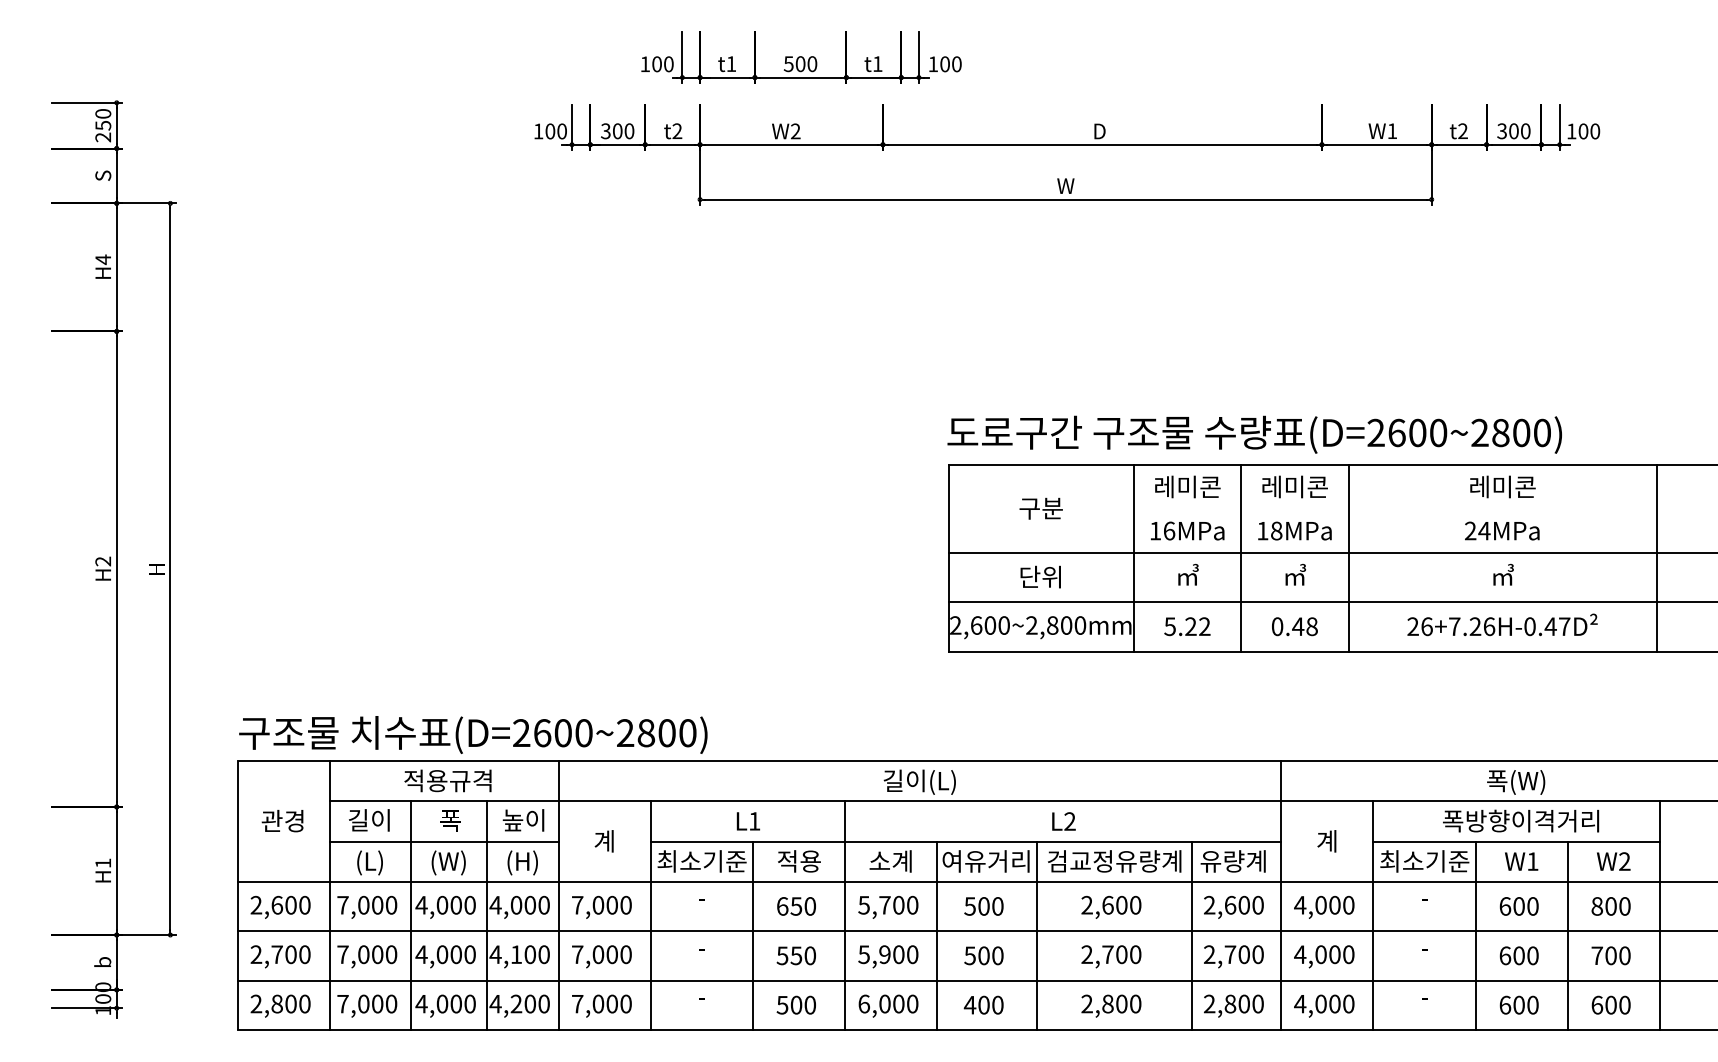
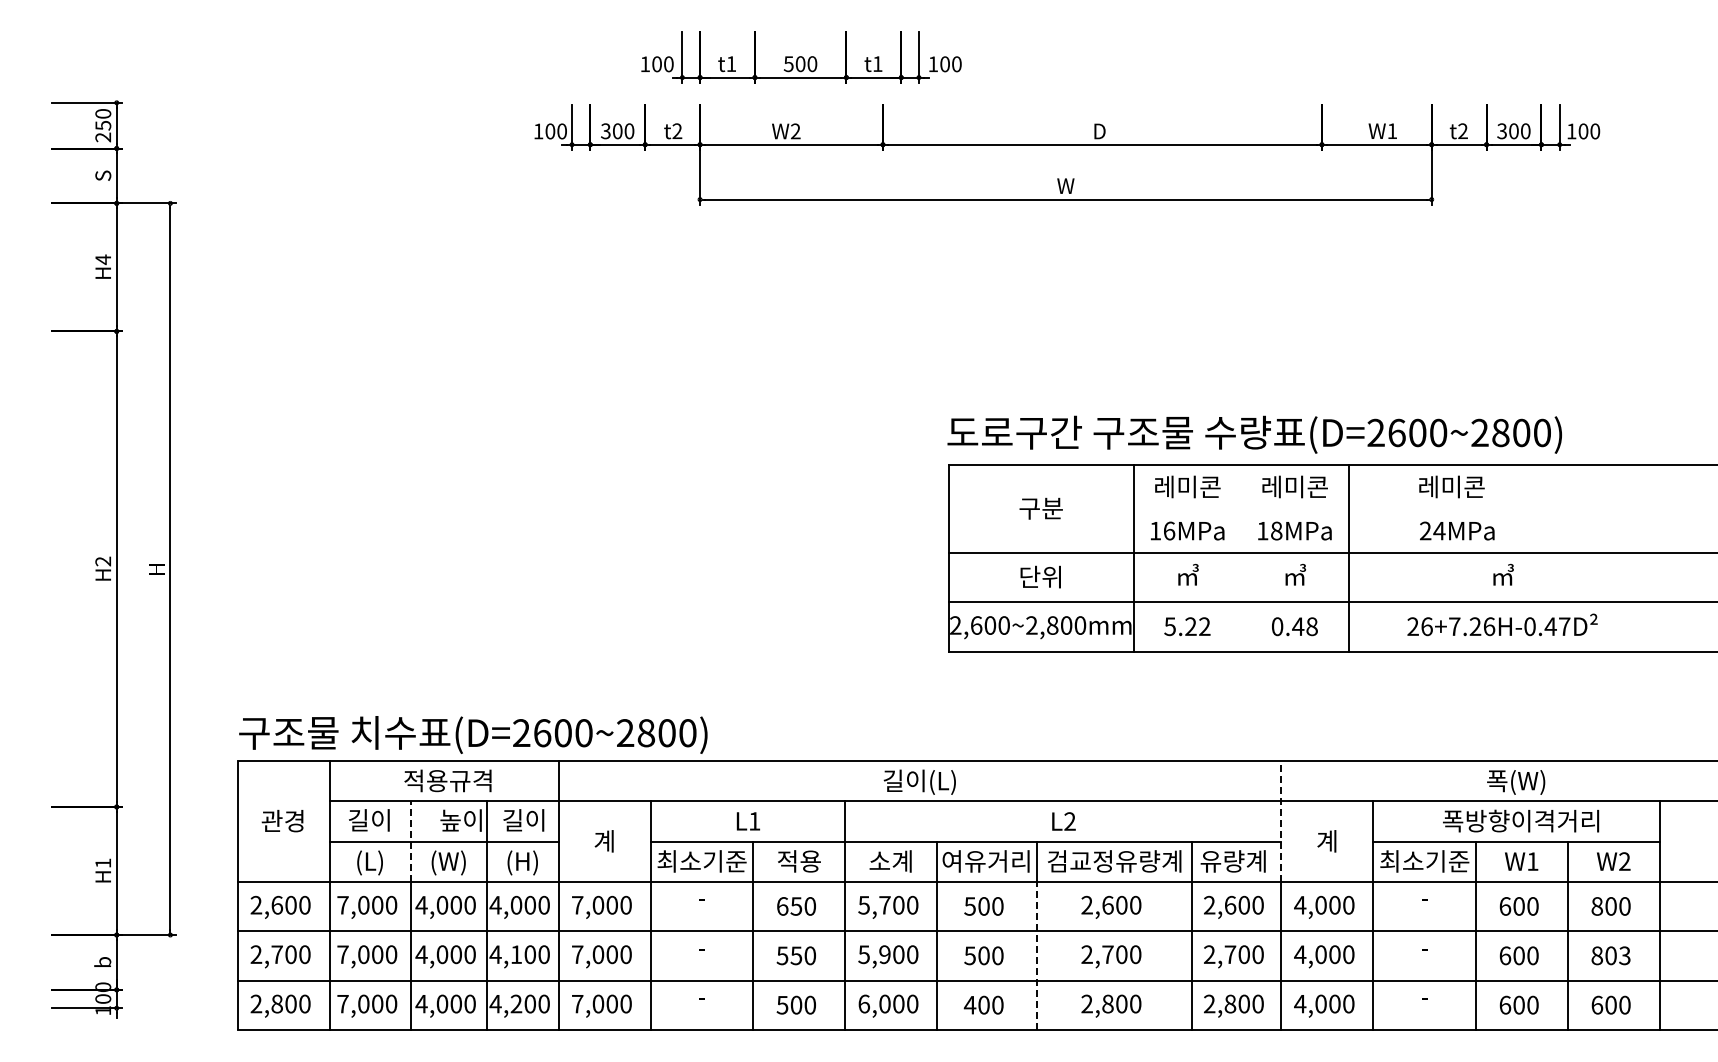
text at (1502, 486) position: (1502, 486) -> (1451, 486)
text at (1502, 530) position: (1502, 530) -> (1457, 530)
line at (1241, 558): present -> none
line at (1656, 558): present -> none
text at (460, 820): 폭 -> 높이
text at (512, 820): 높이 -> 길이
line at (1281, 821): solid -> dashed
line at (410, 841): solid -> dashed
line at (1036, 955): solid -> dashed
text at (1610, 955): 700 -> 803
